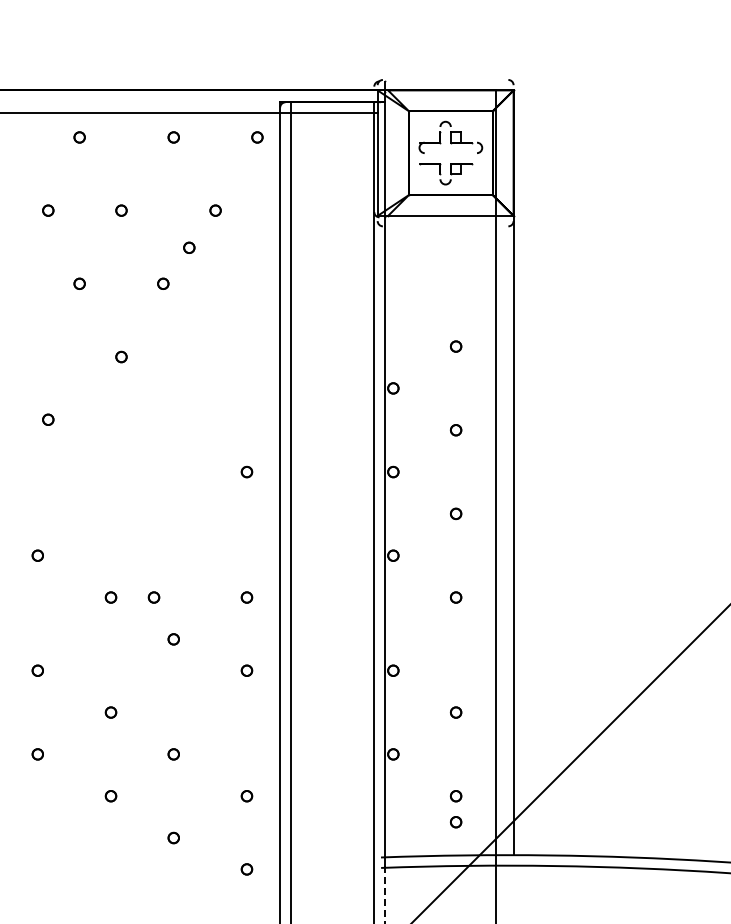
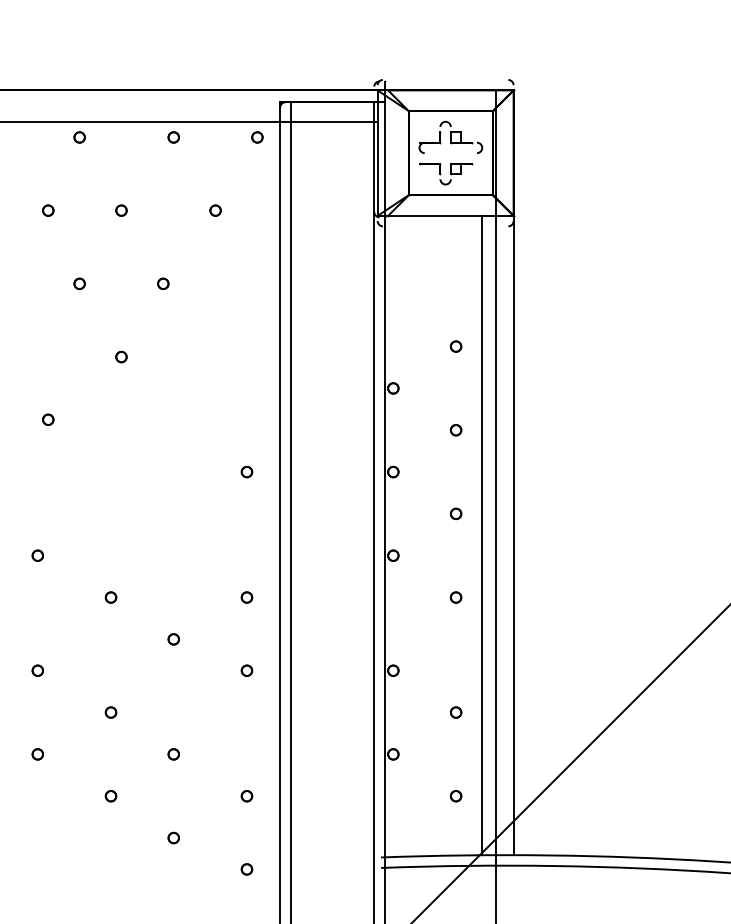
line at (189, 112) position: (189, 112) -> (189, 121)
part at (189, 247): present -> none
line at (482, 535): none -> present
part at (153, 597): present -> none
part at (456, 822): present -> none
line at (384, 894): dashed -> solid
